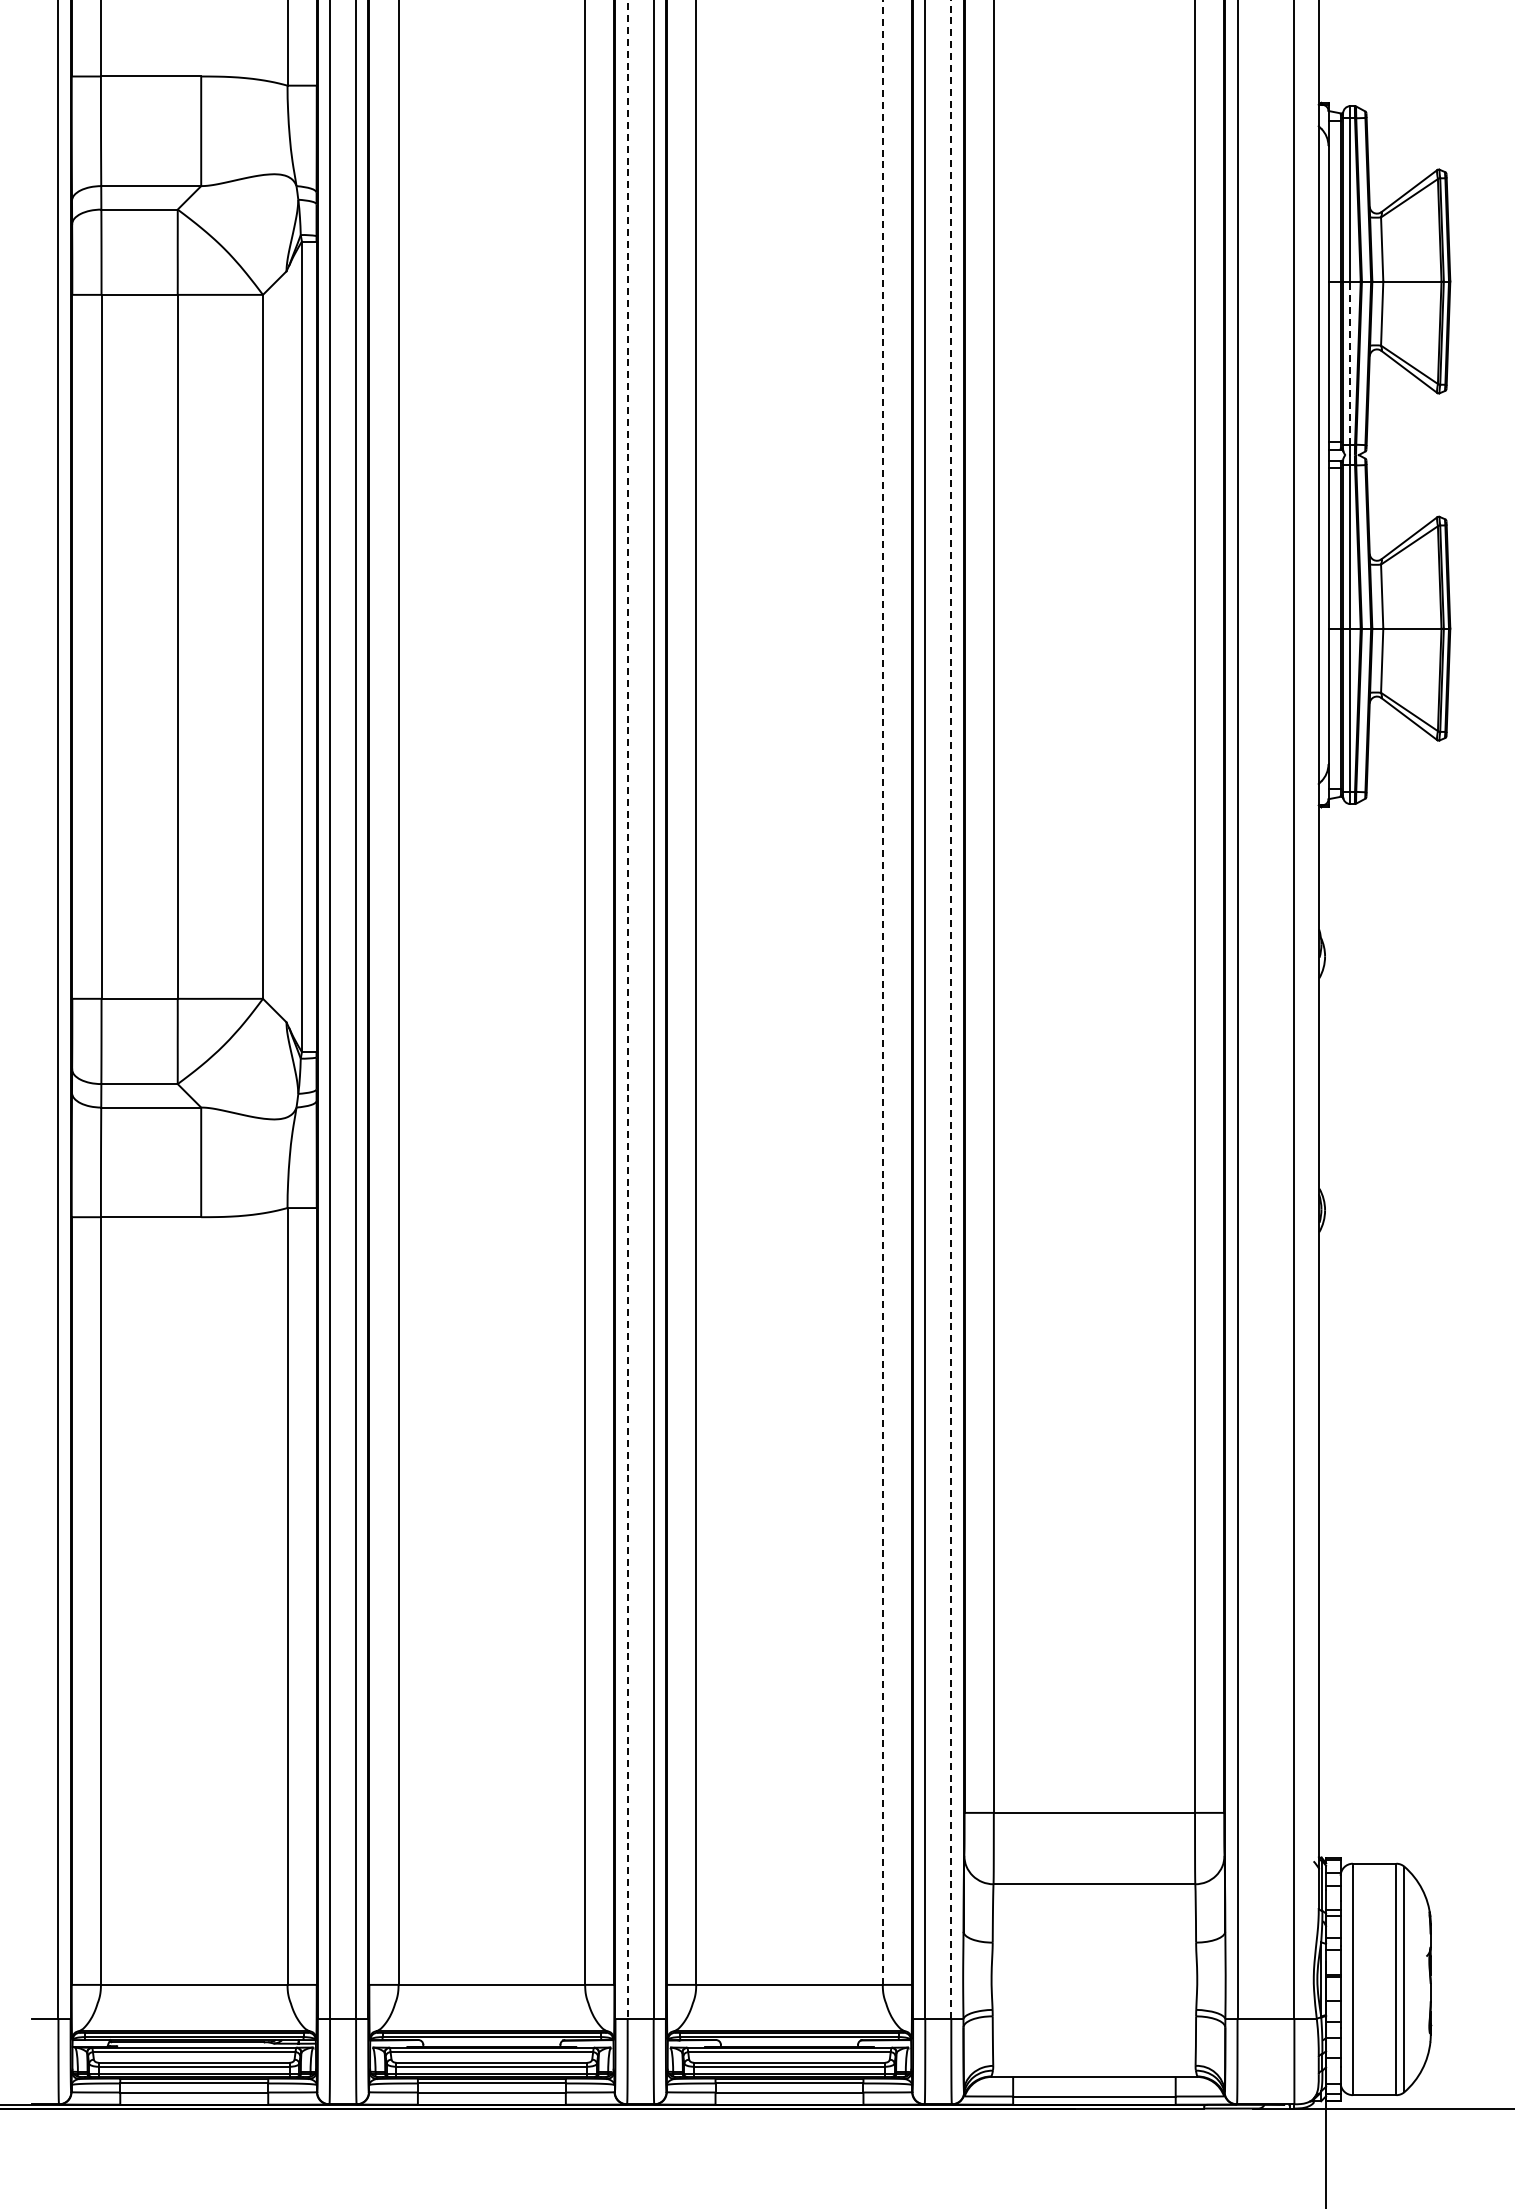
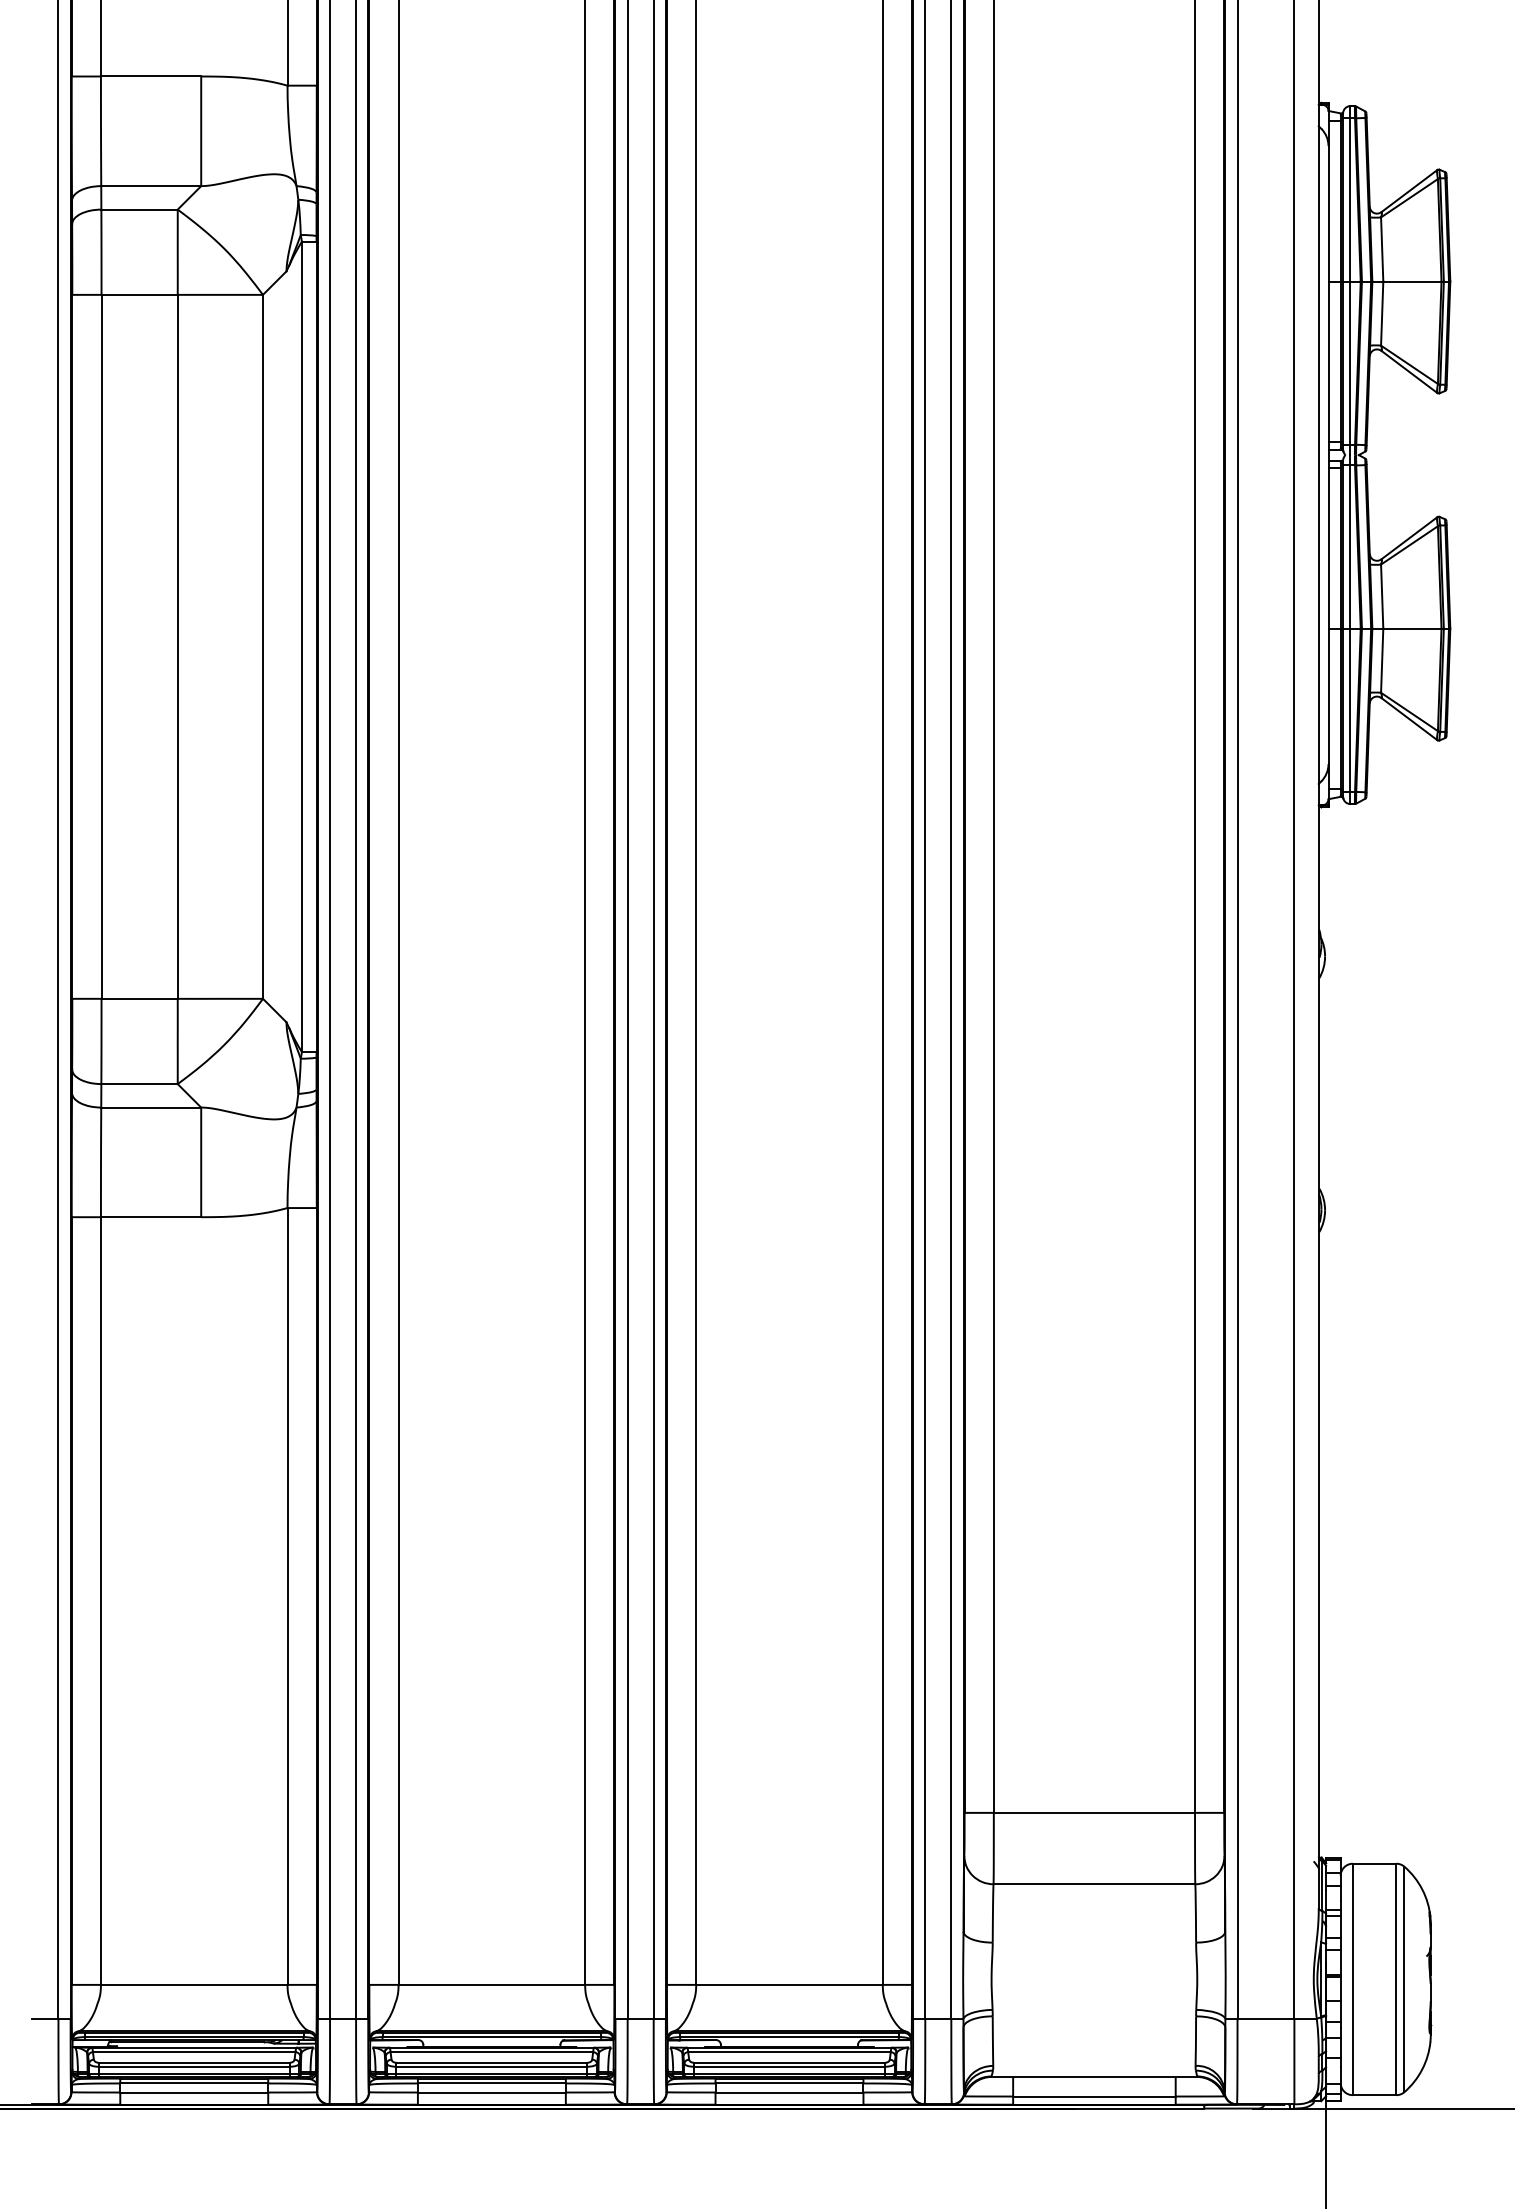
line at (1350, 363): dashed -> solid
line at (882, 992): dashed -> solid
line at (951, 1009): dashed -> solid
line at (627, 1010): dashed -> solid
